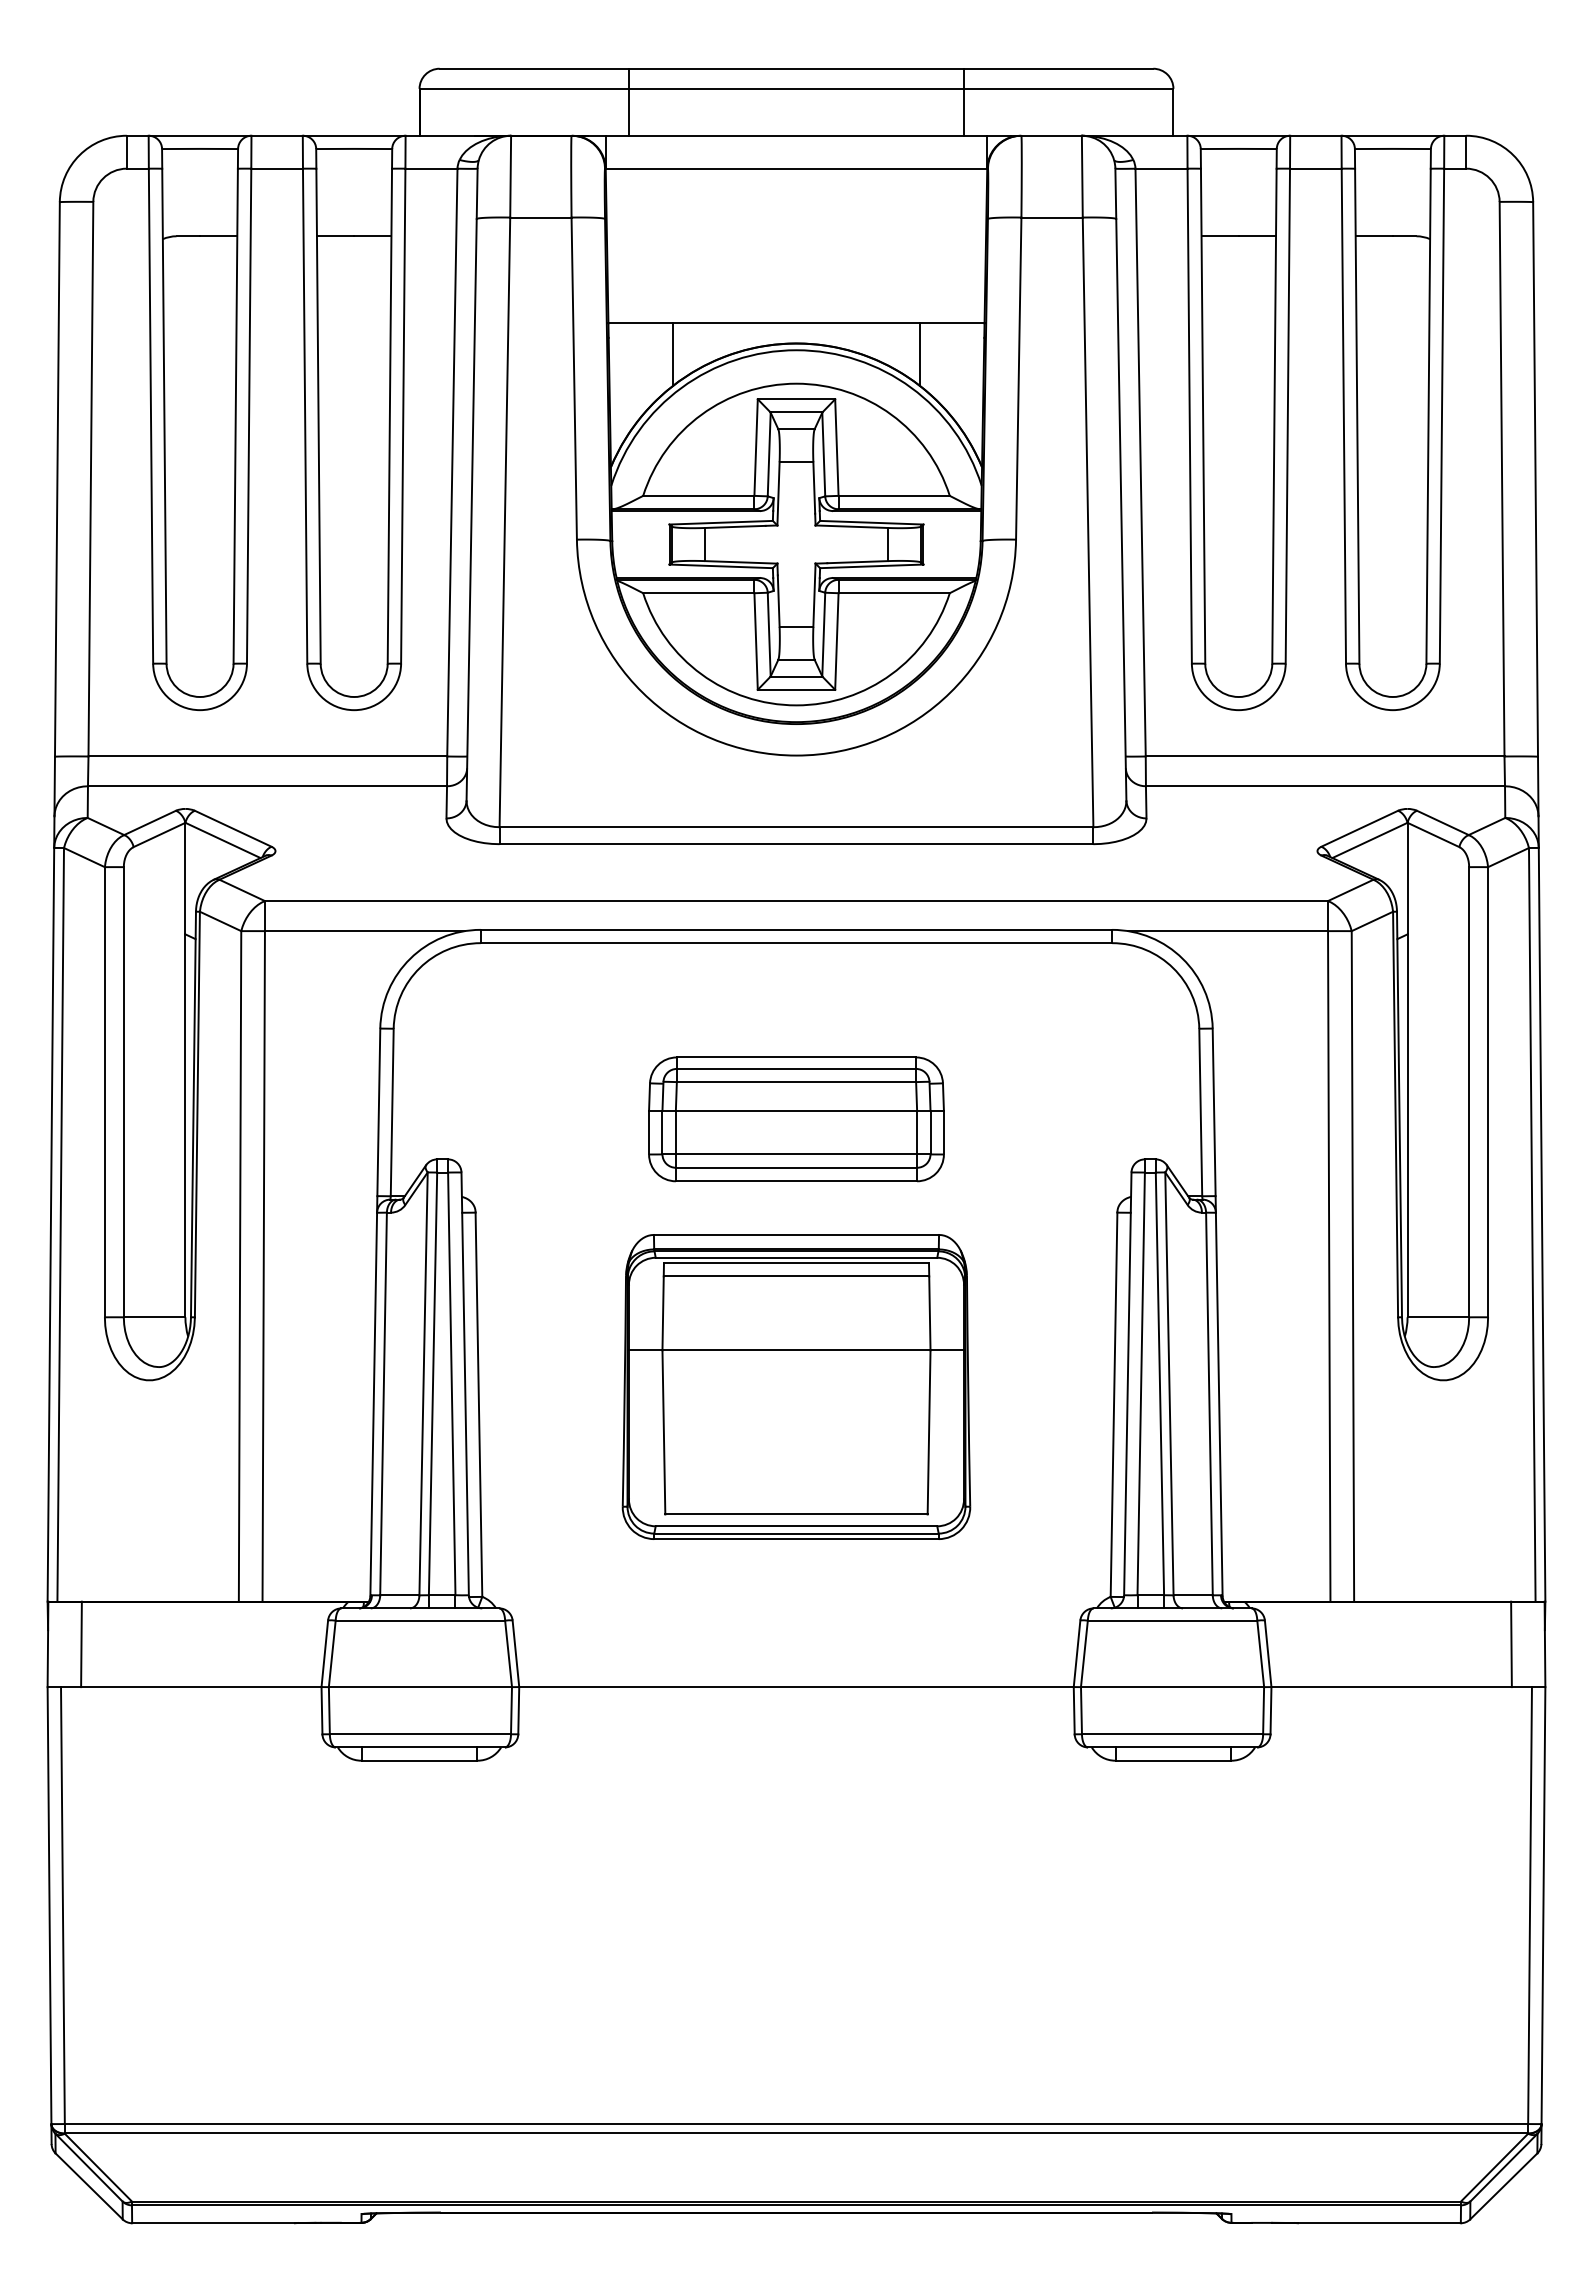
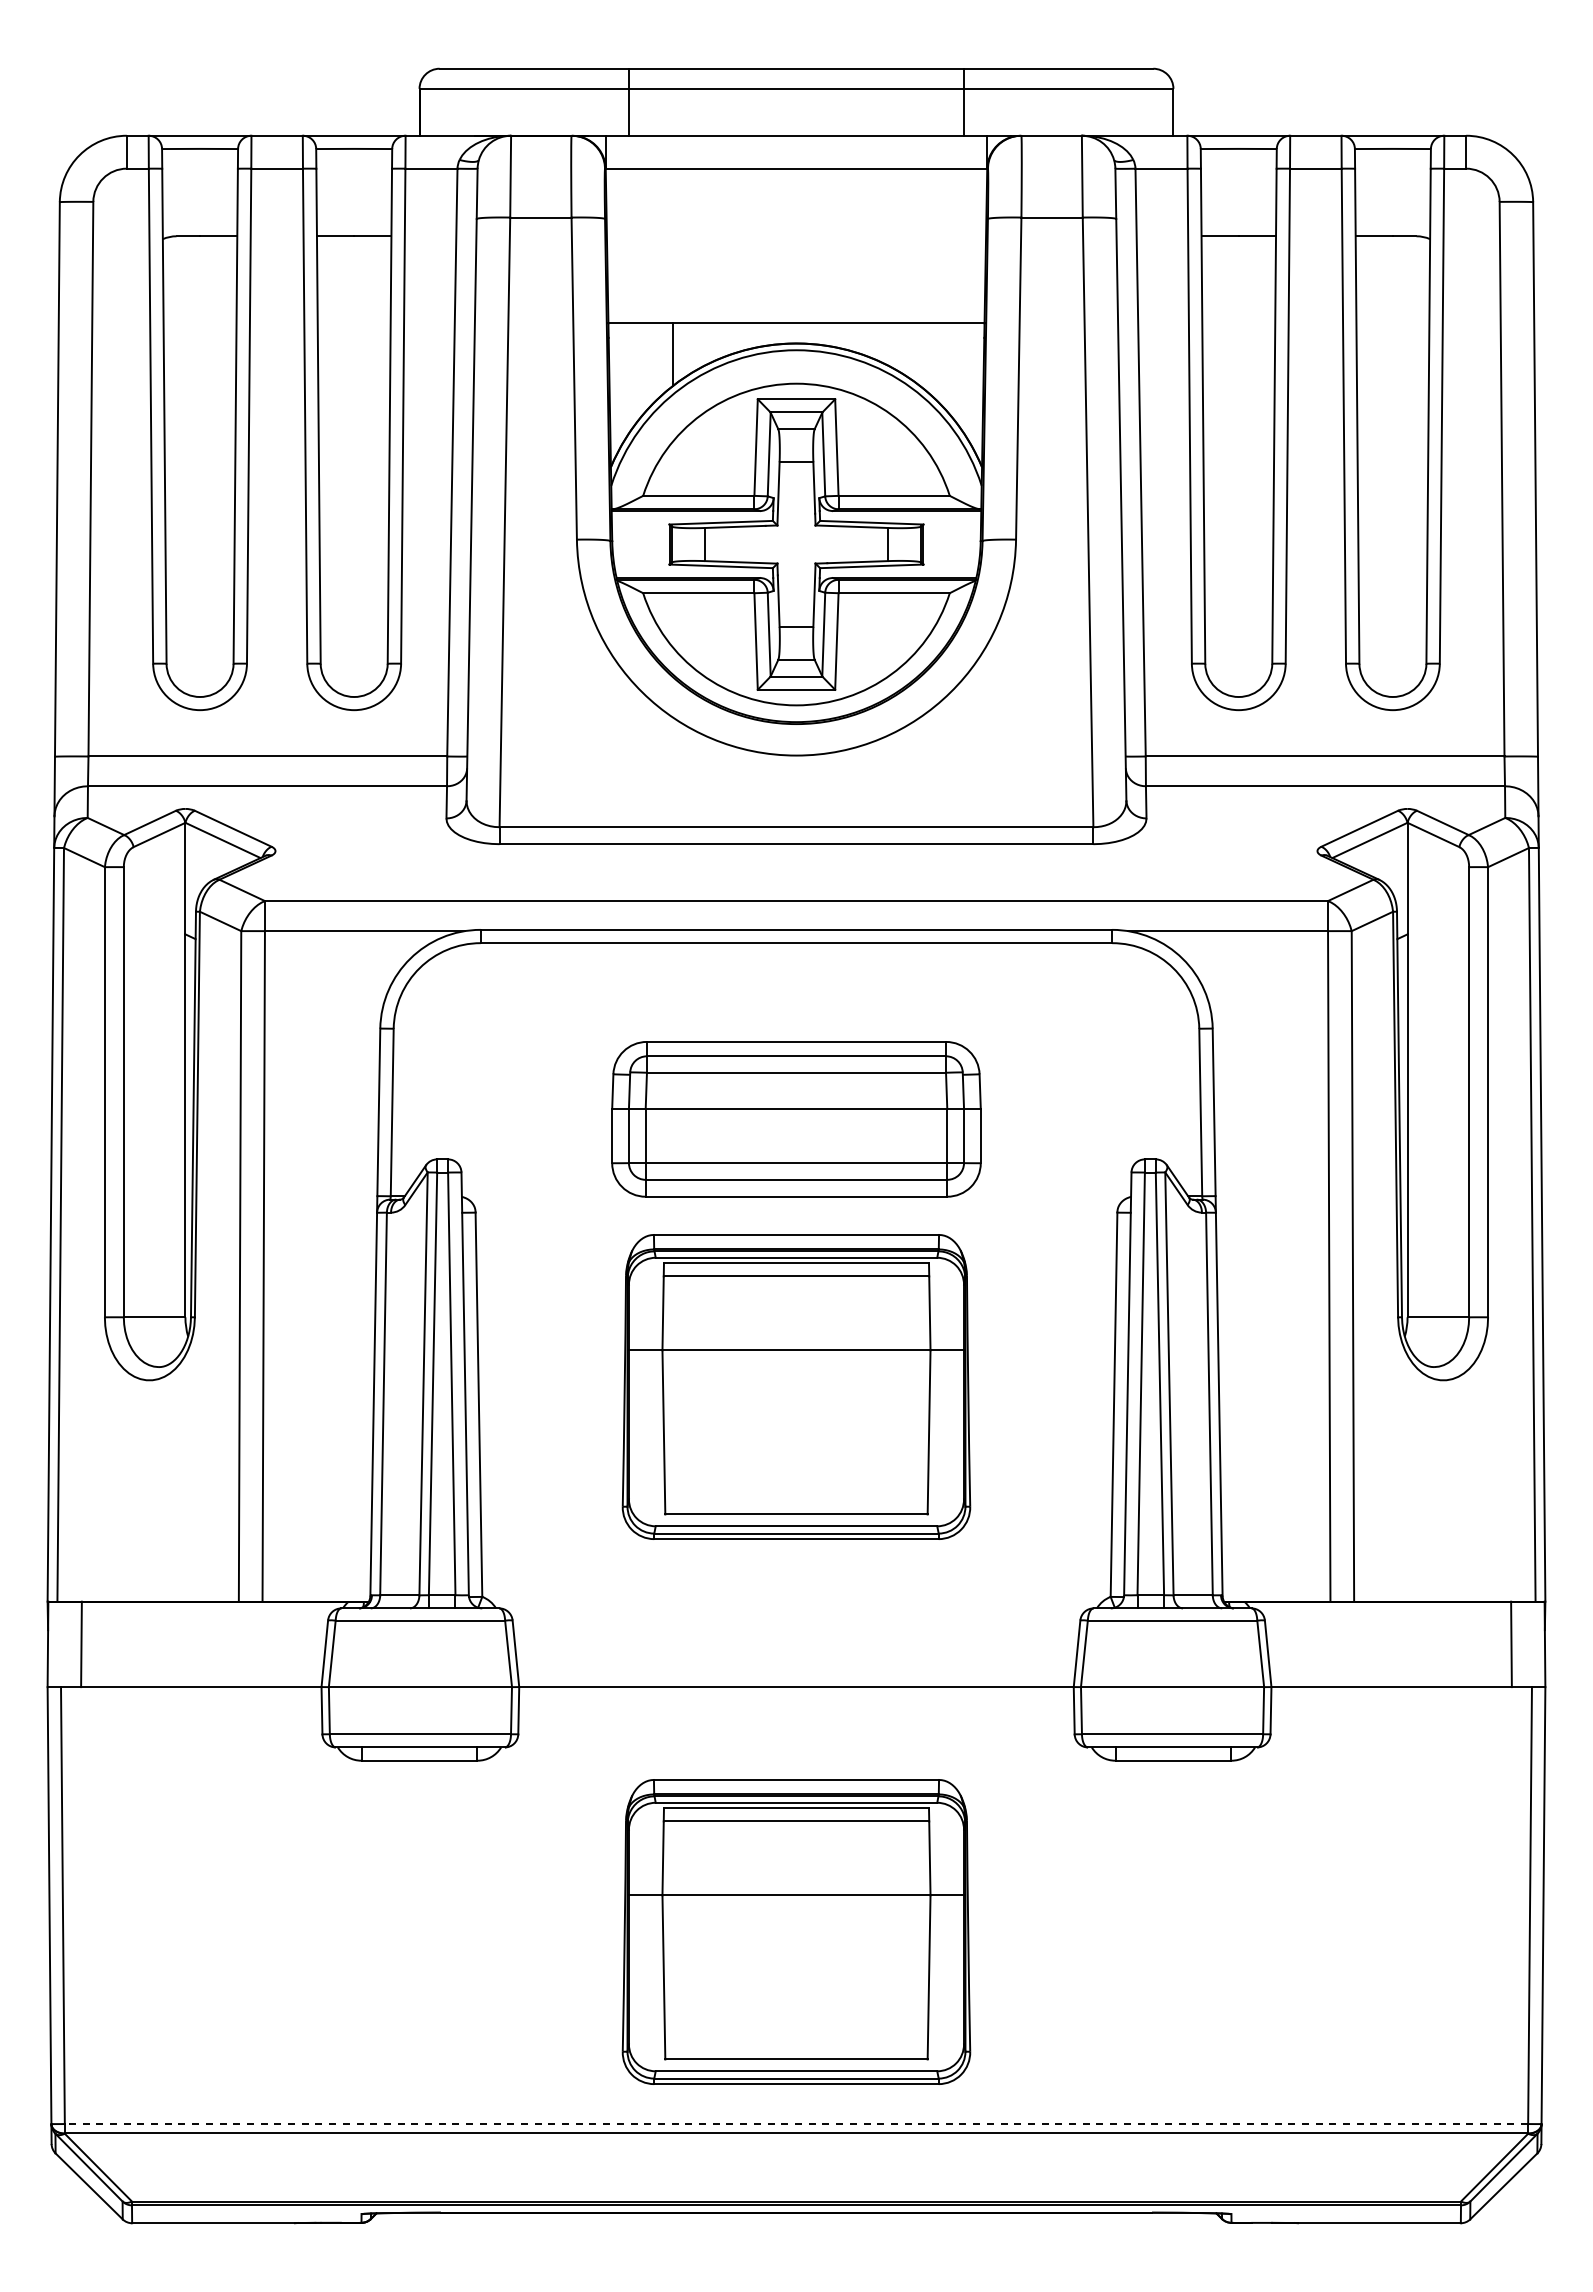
line at (920, 354): present -> none
part at (796, 1119) size: 297x127 px -> 371x157 px
part at (796, 1931): none -> present
line at (796, 2124): solid -> dashed
